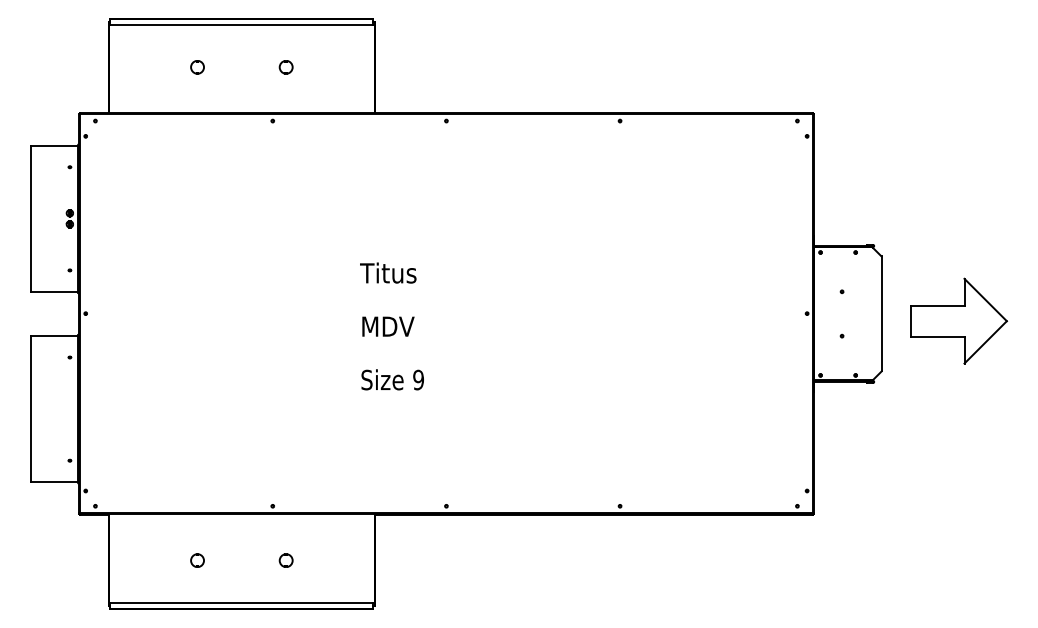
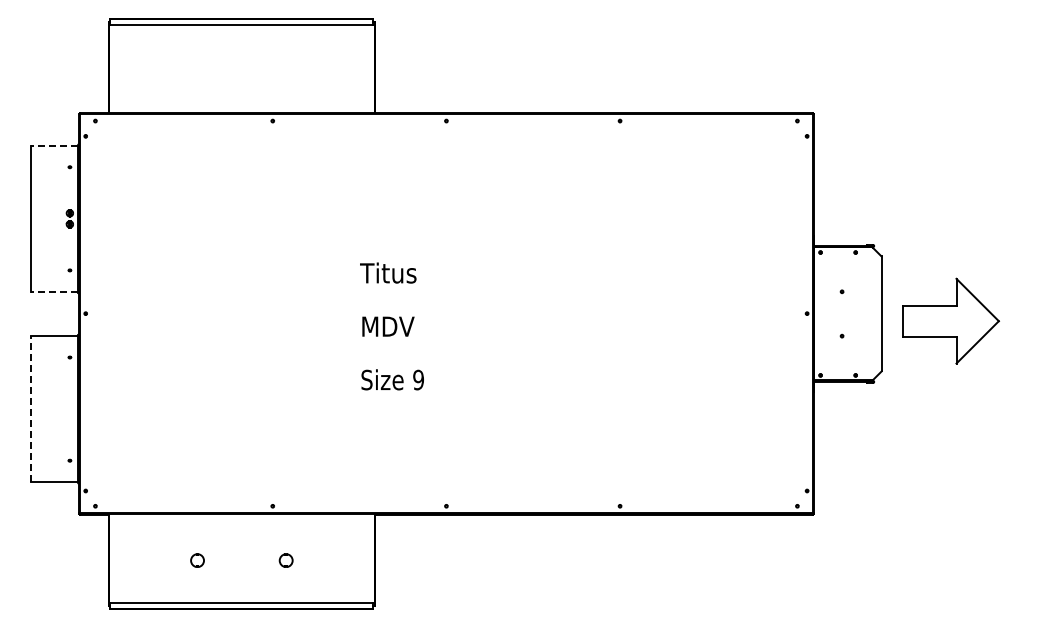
part at (197, 67): present -> none
part at (285, 67): present -> none
line at (53, 145): solid -> dashed
line at (53, 291): solid -> dashed
part at (958, 320) position: (958, 320) -> (950, 320)
line at (31, 409): solid -> dashed
